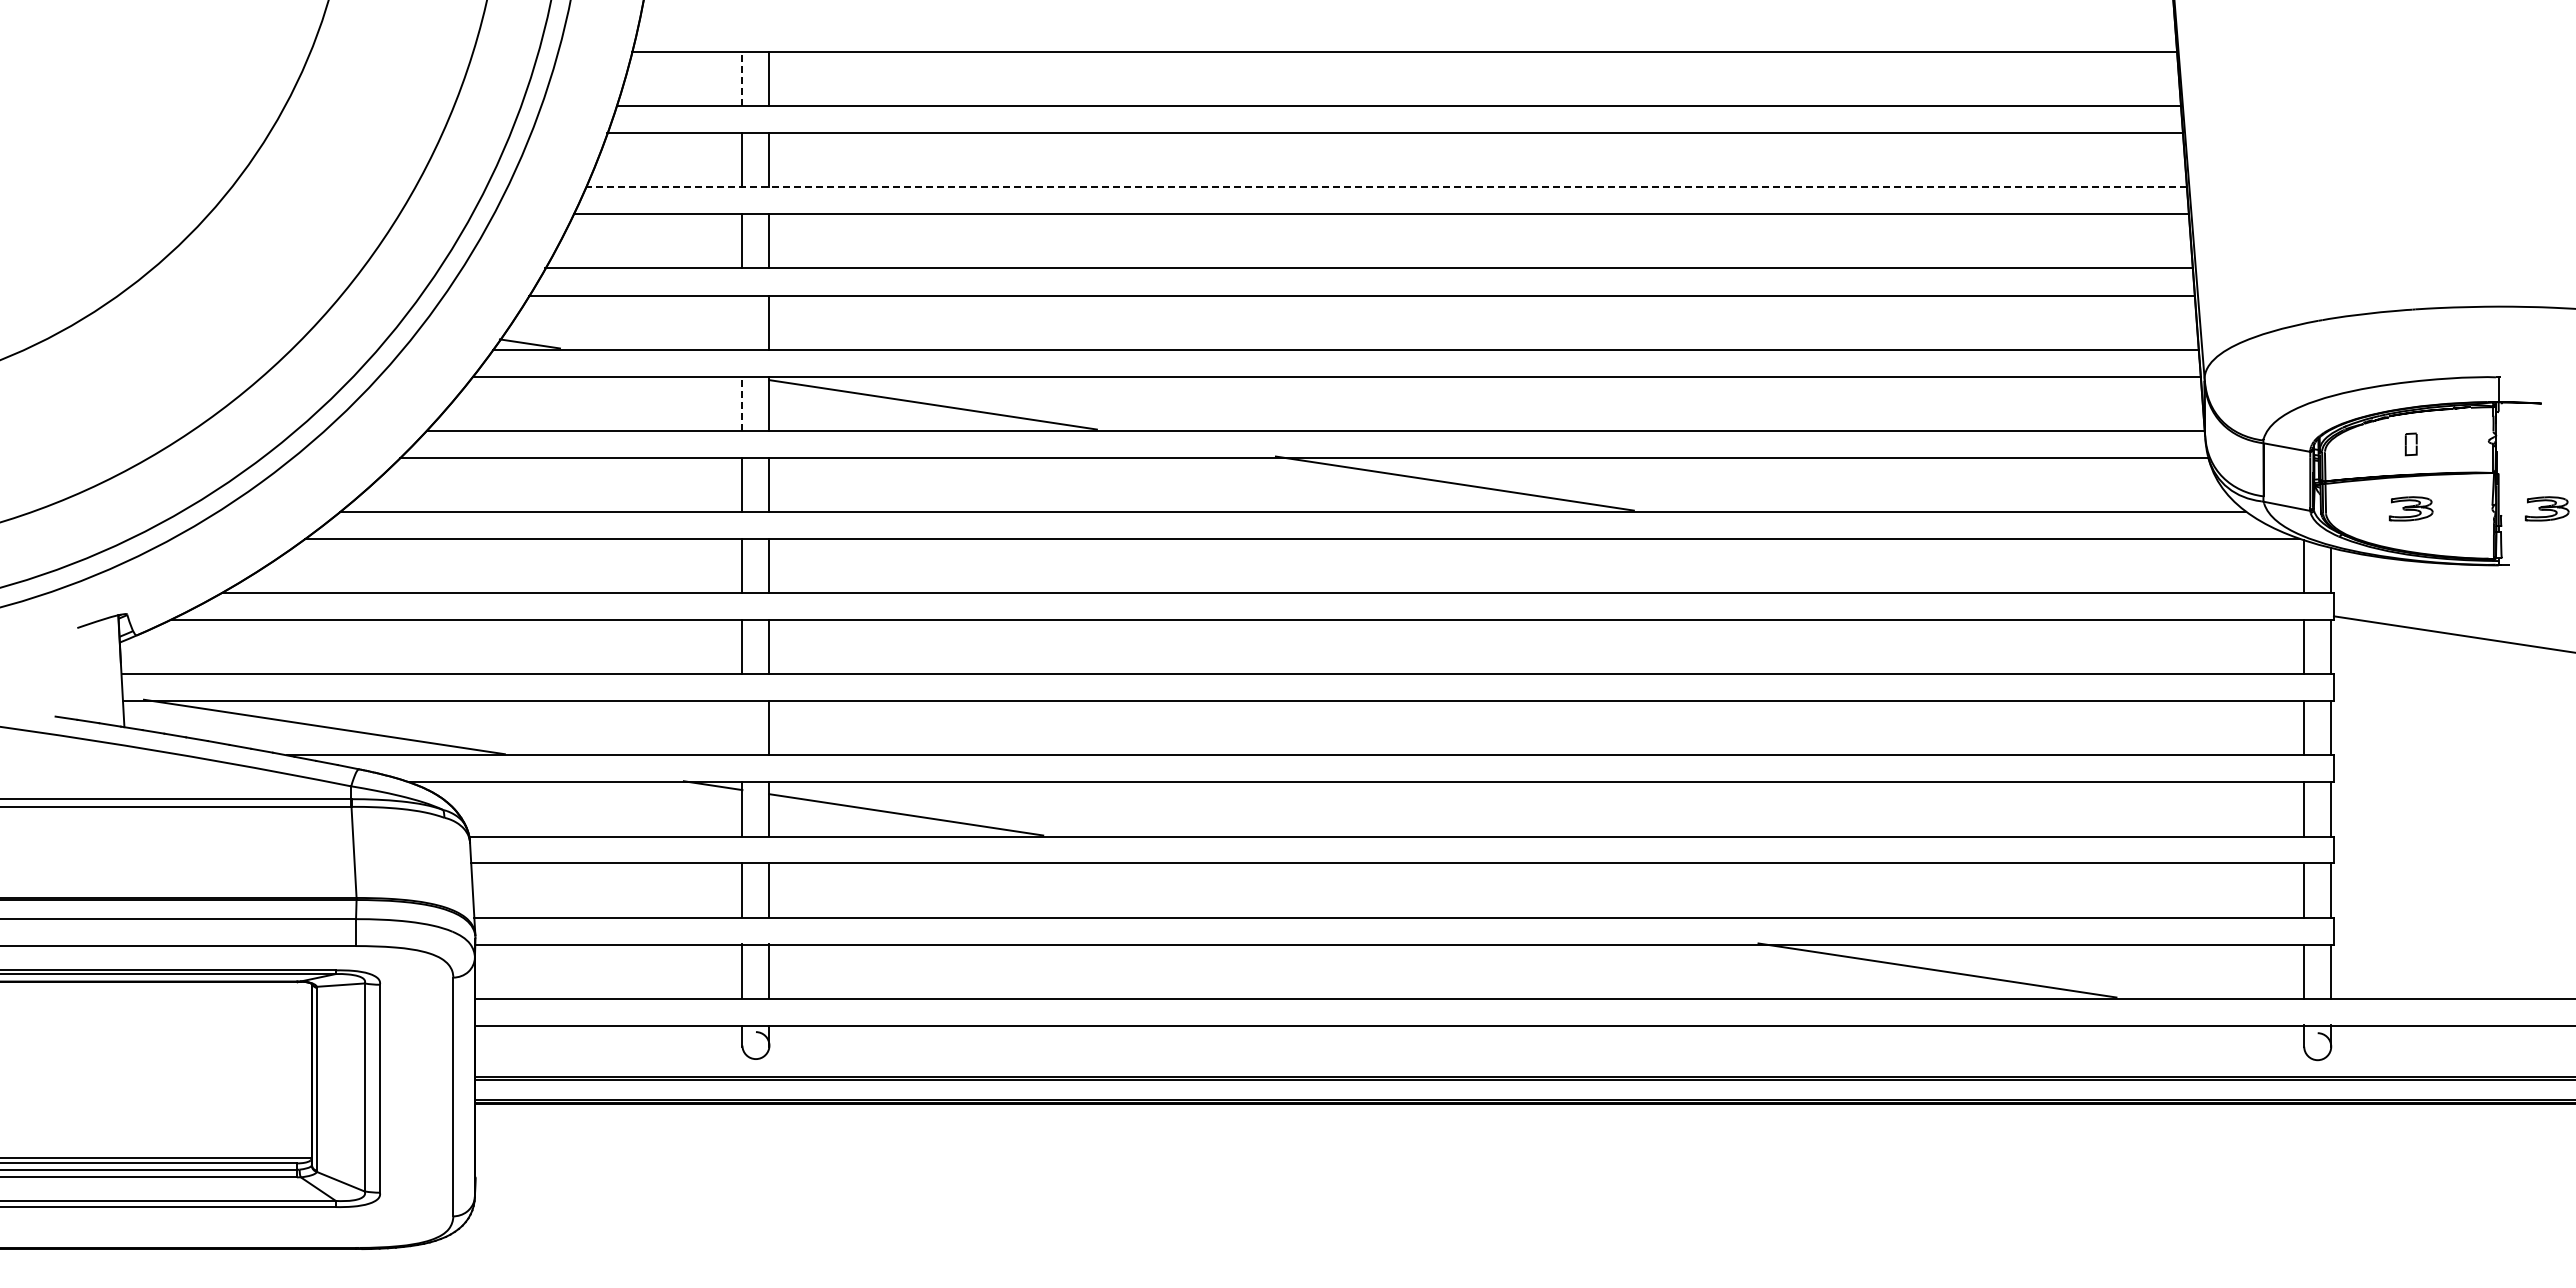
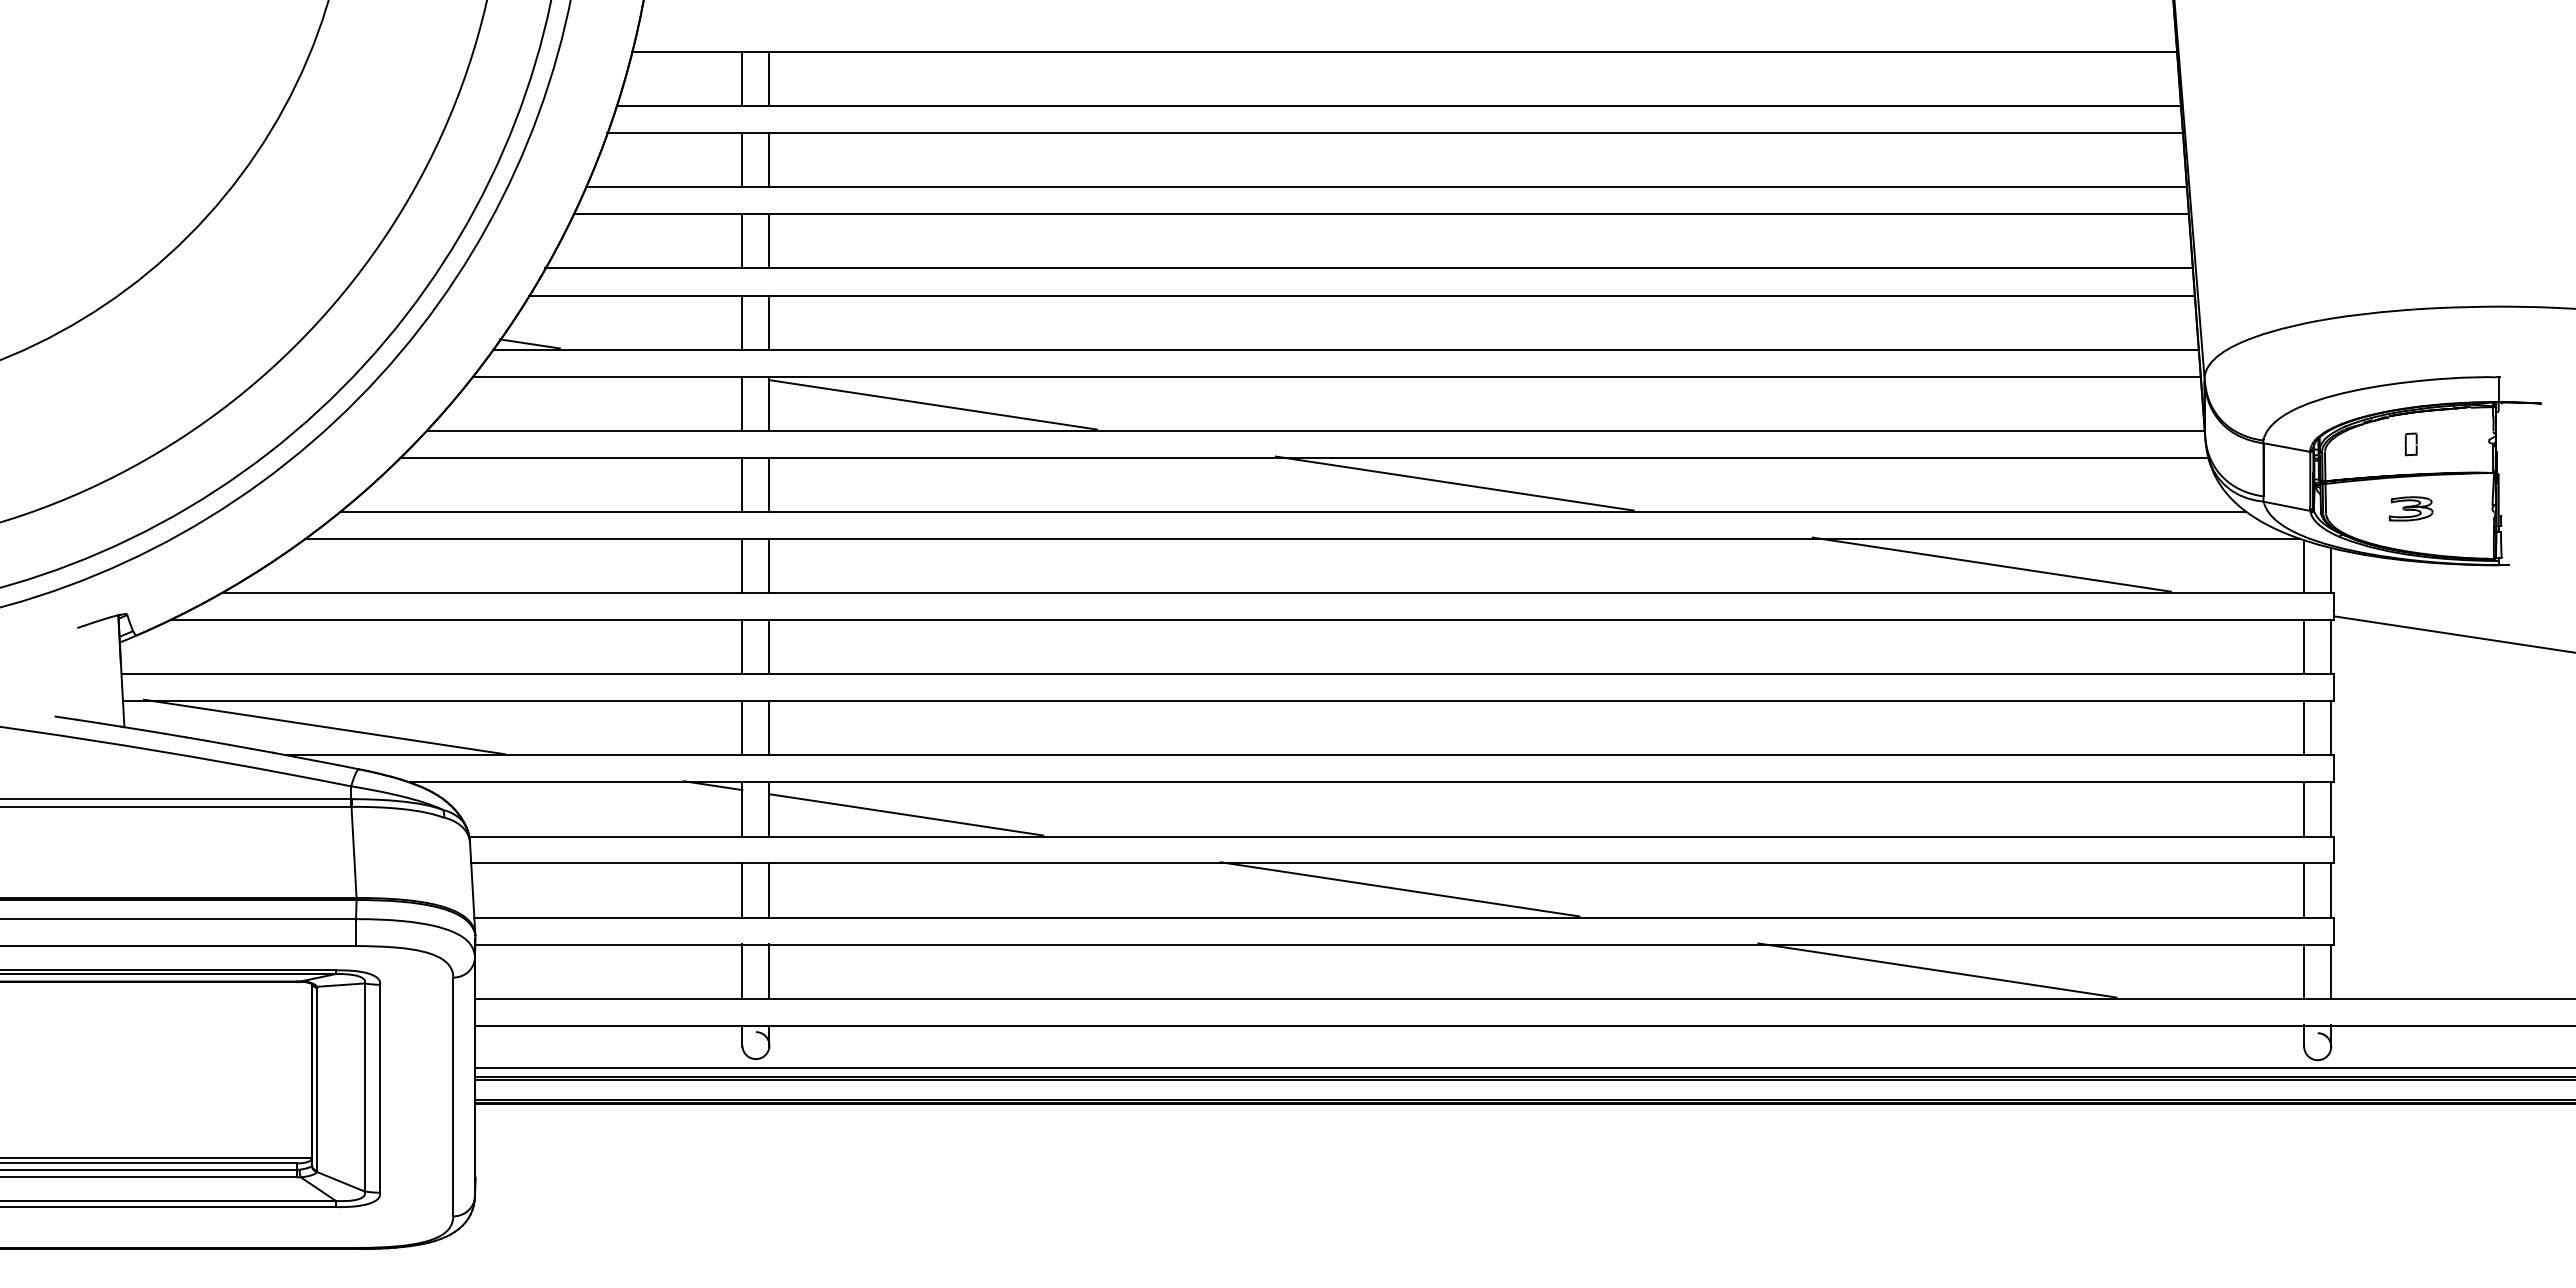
line at (742, 78): dashed -> solid
line at (1386, 187): dashed -> solid
line at (742, 322): none -> present
line at (742, 403): dashed -> solid
part at (2546, 508): present -> none
line at (1991, 564): none -> present
line at (742, 727): none -> present
line at (1399, 889): none -> present
line at (1523, 1068): none -> present
